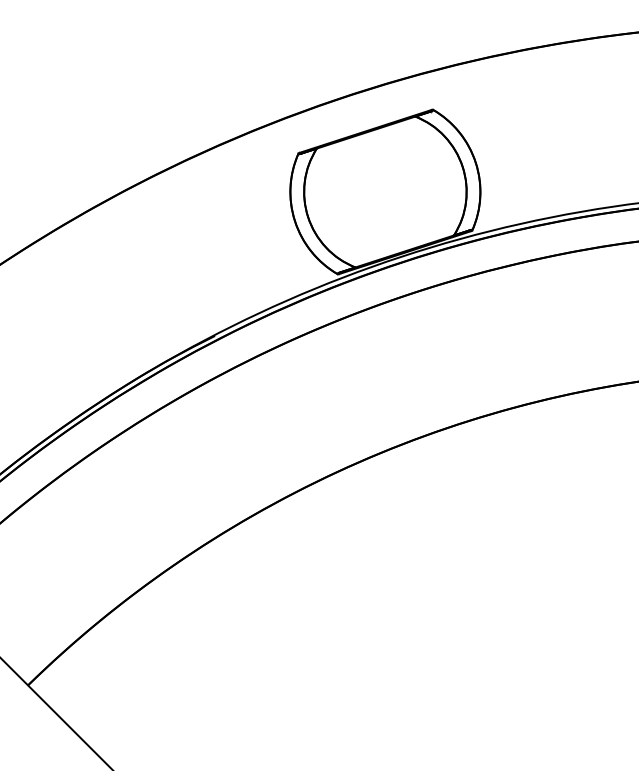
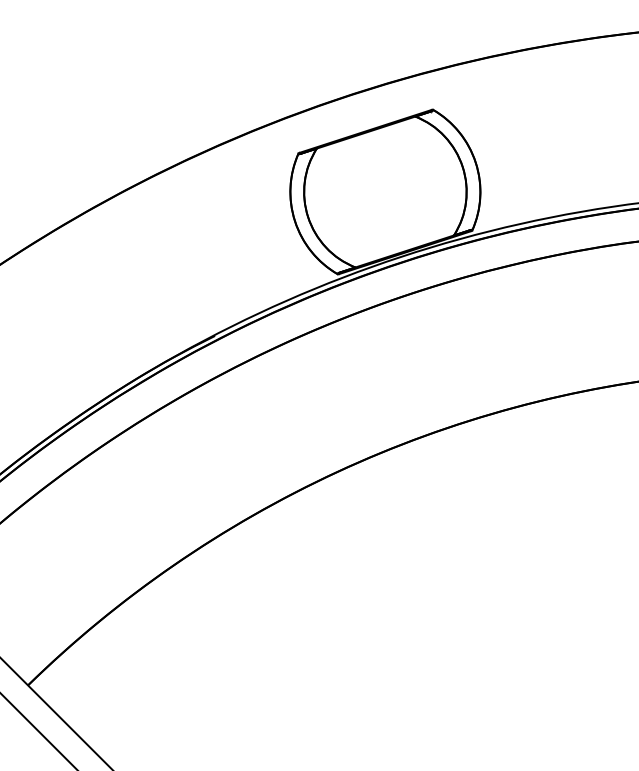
line at (38, 731): none -> present
